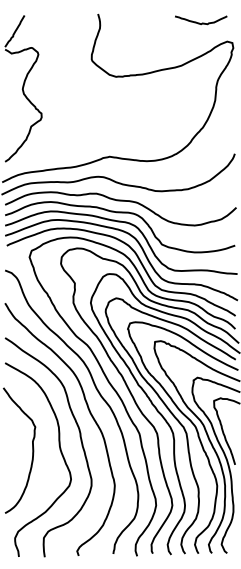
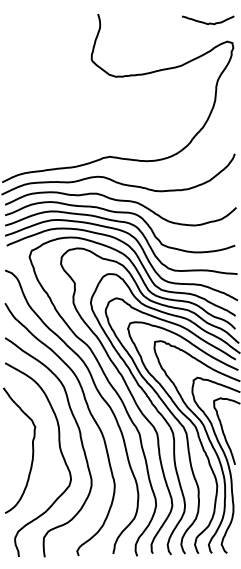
curve at (202, 22) position: (202, 22) -> (209, 22)
part at (23, 88): present -> none
